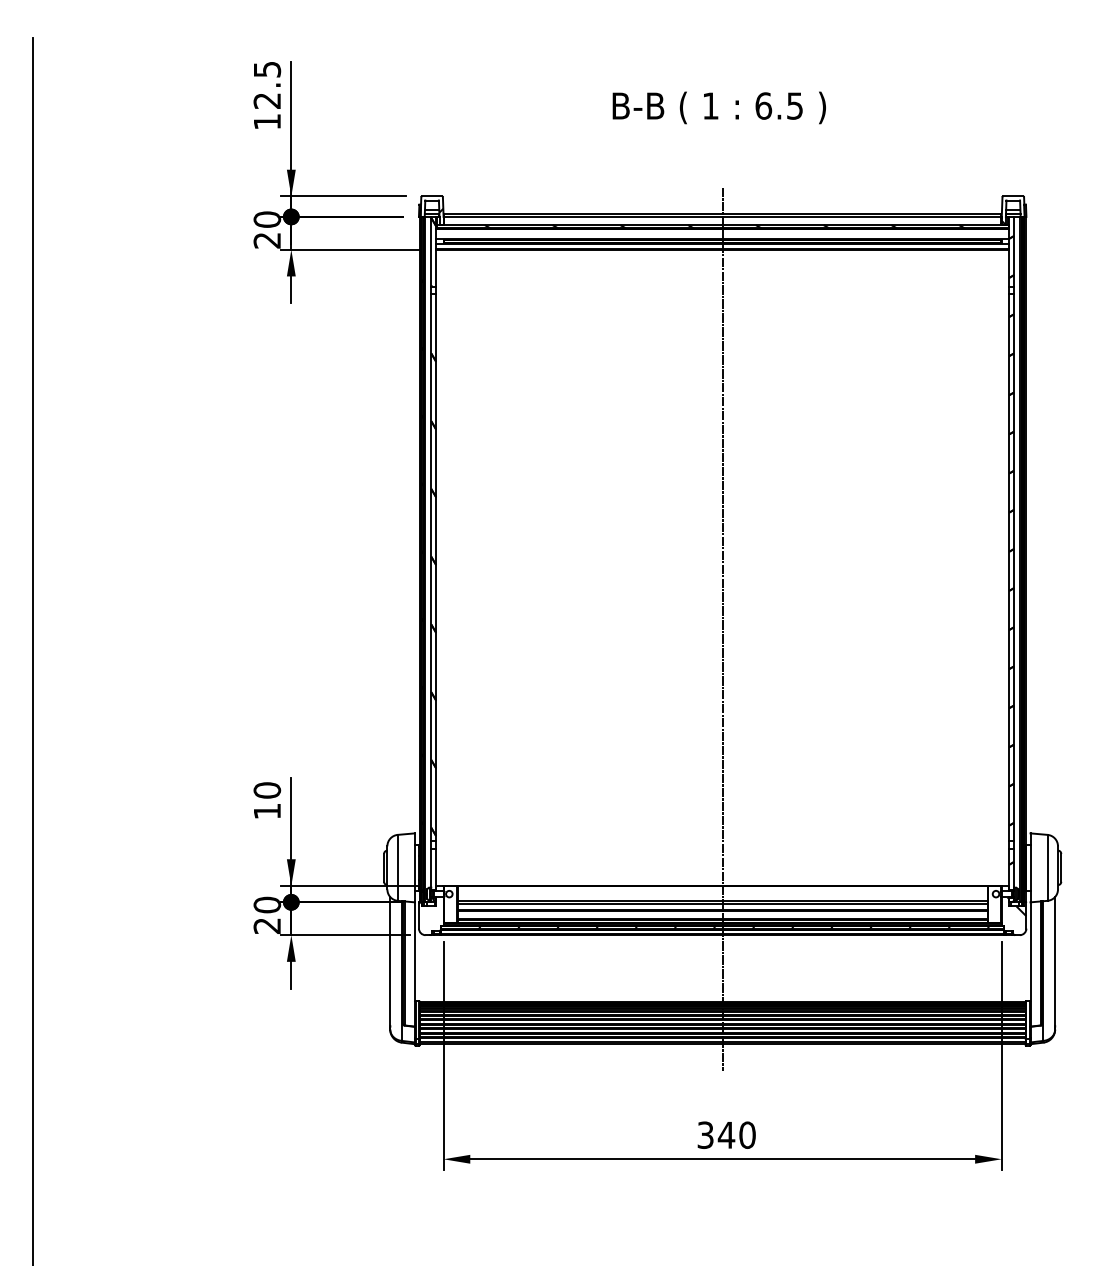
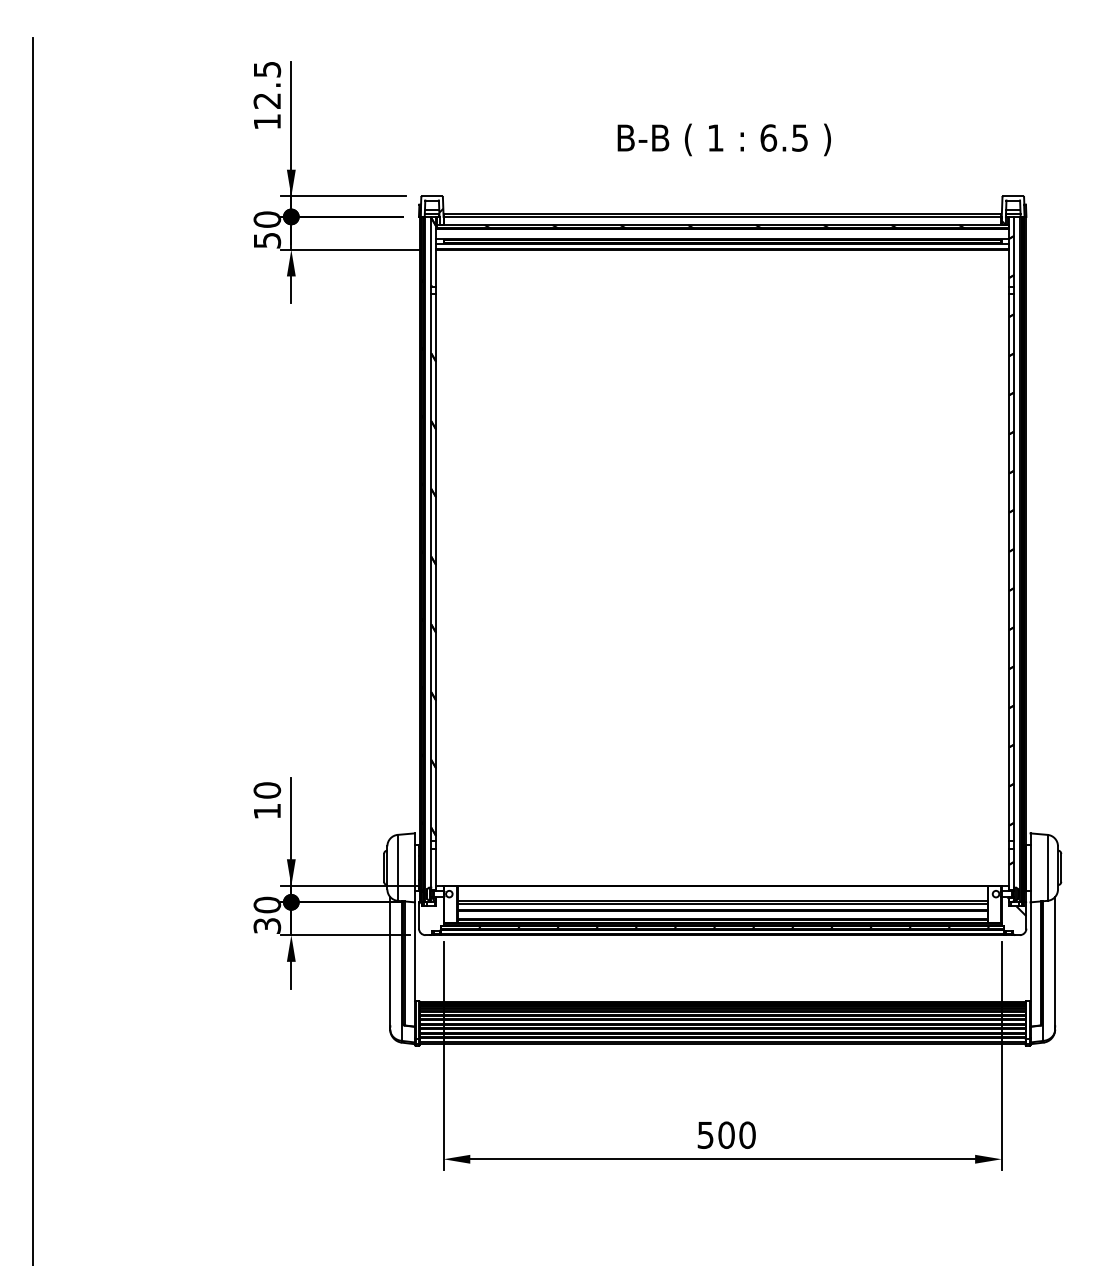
text at (718, 107) position: (718, 107) -> (723, 139)
text at (267, 240): 20 -> 50
line at (722, 628): present -> none
text at (267, 925): 20 -> 30
text at (716, 1134): 340 -> 500
